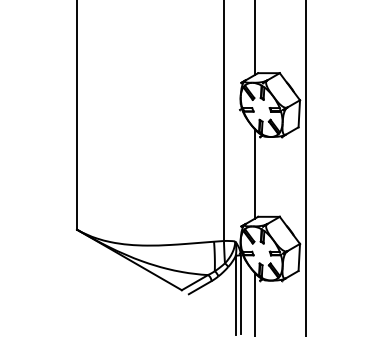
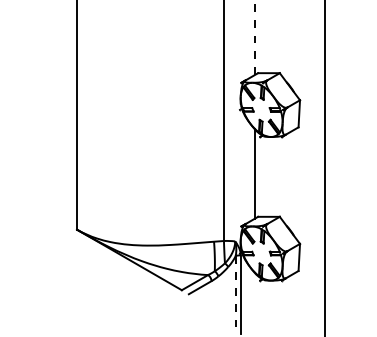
line at (254, 37): solid -> dashed
line at (306, 167) position: (306, 167) -> (325, 167)
line at (235, 296): solid -> dashed
line at (254, 303): present -> none
